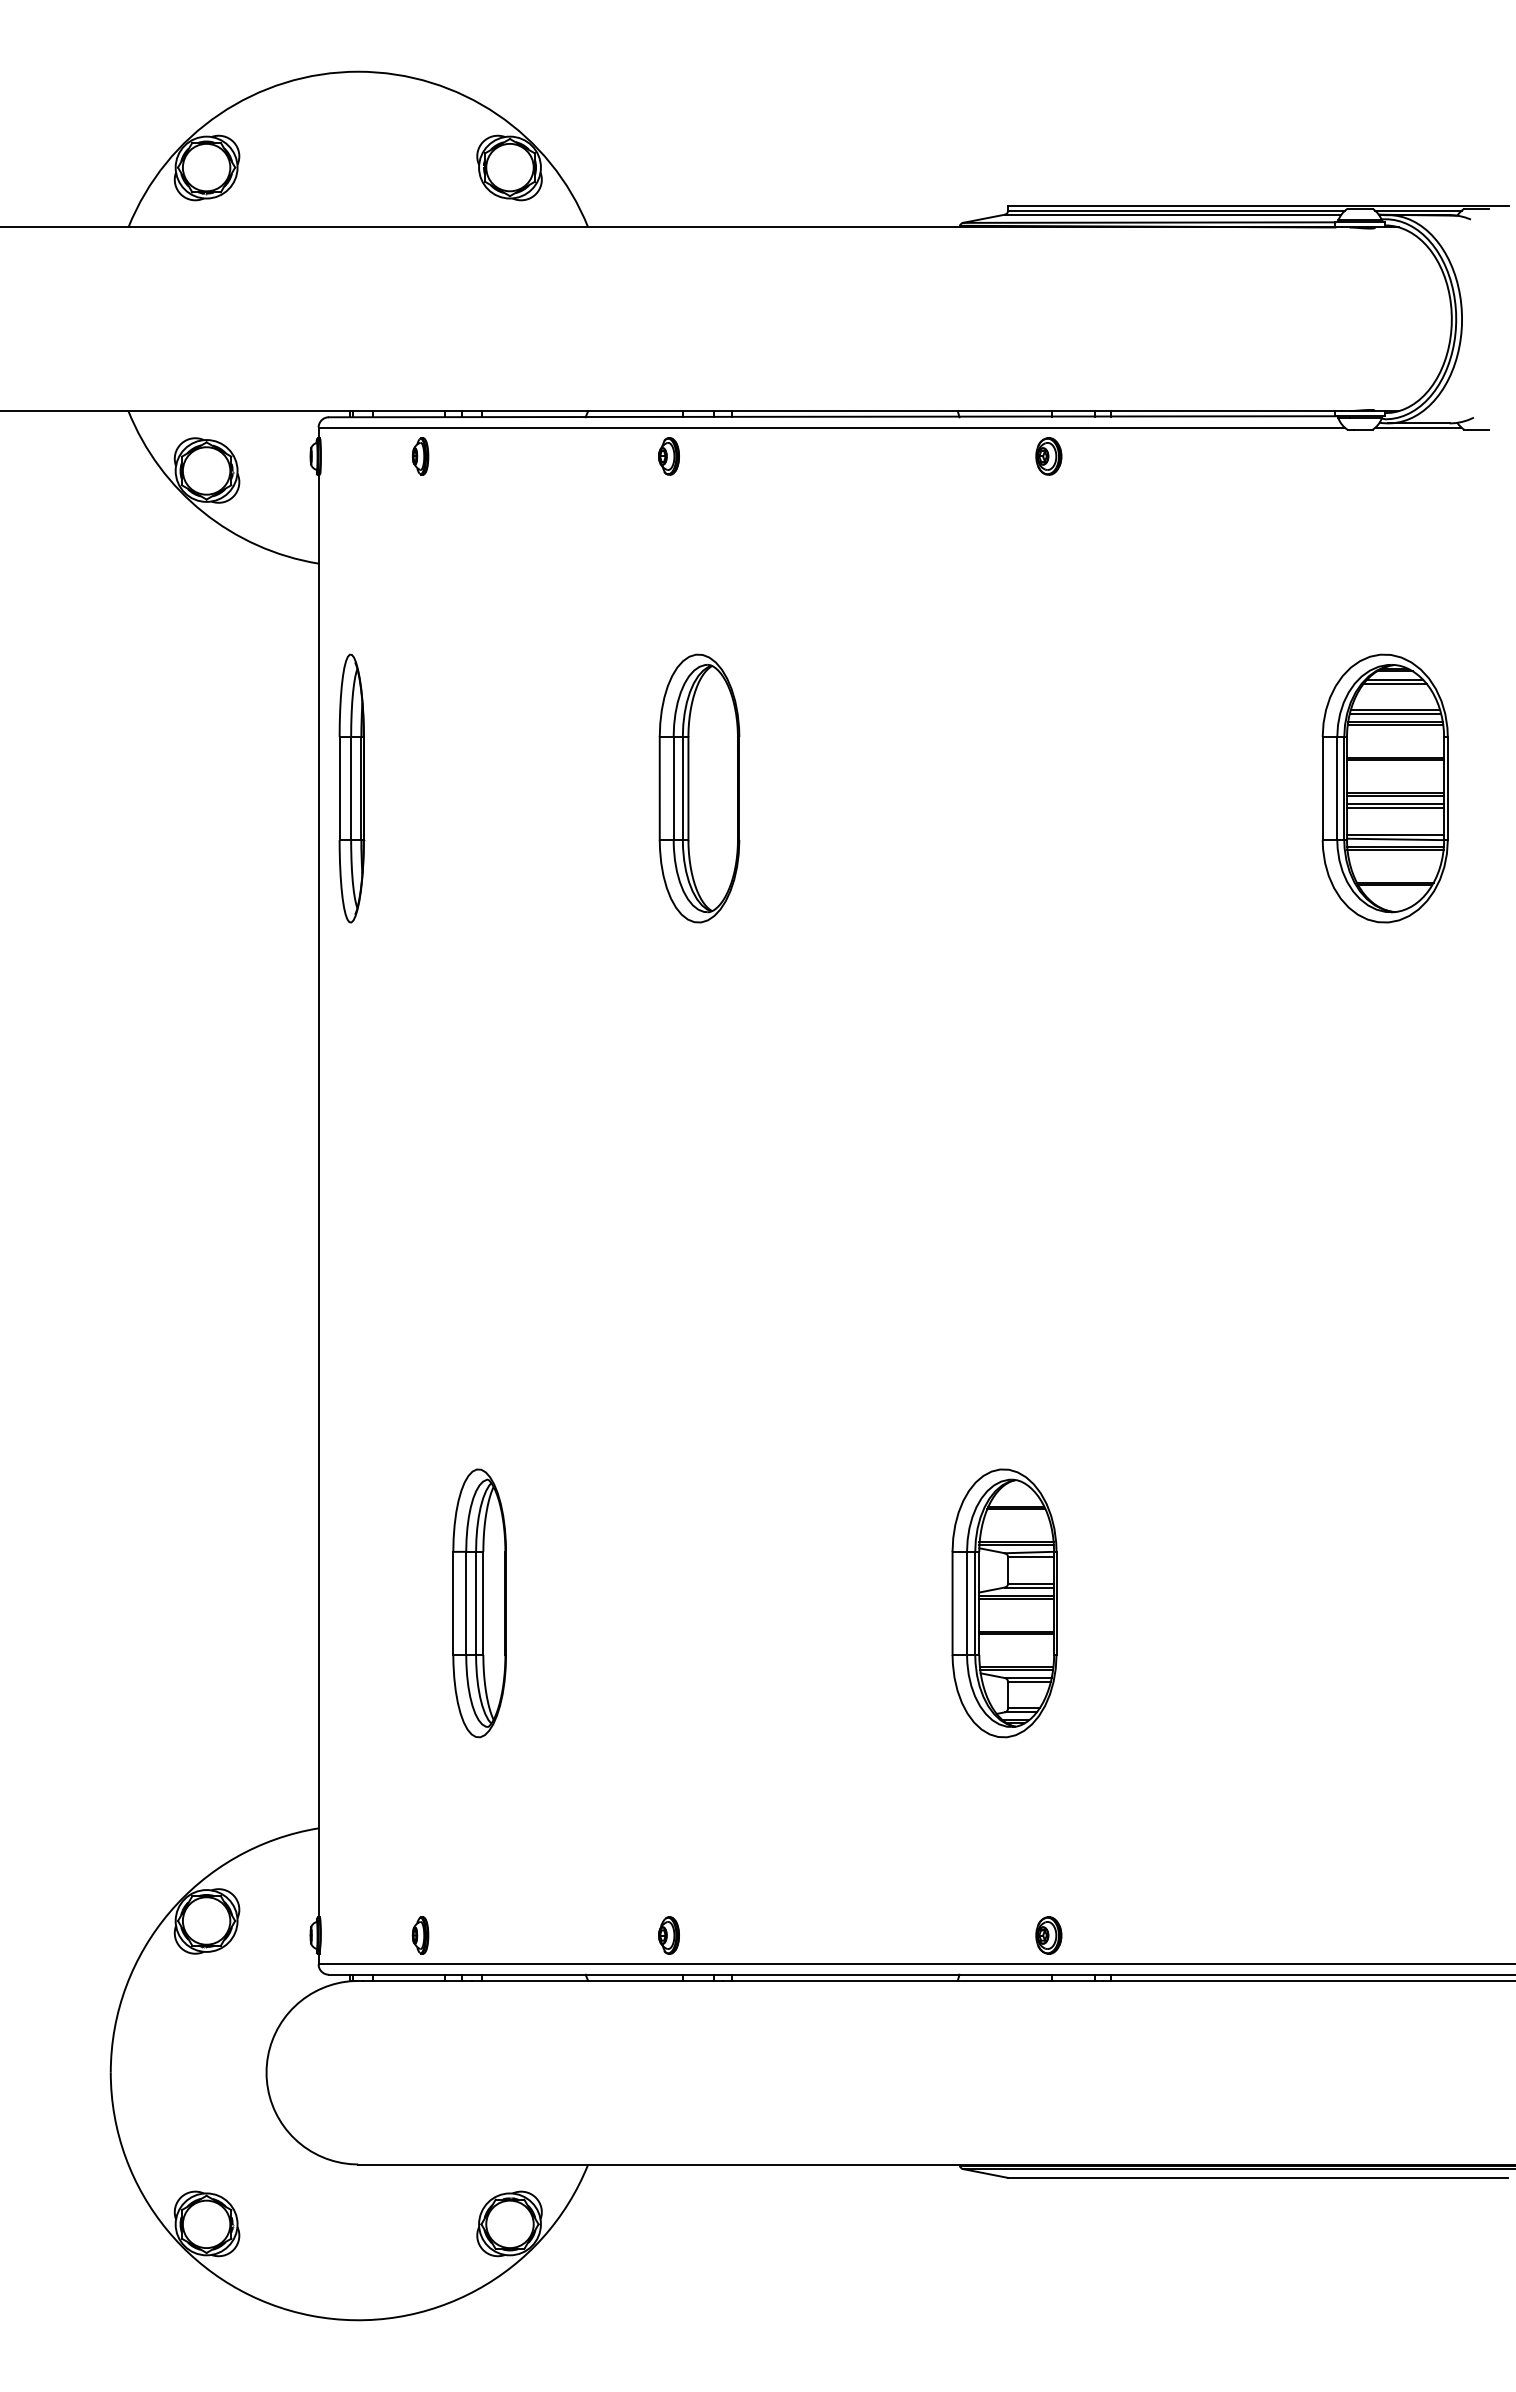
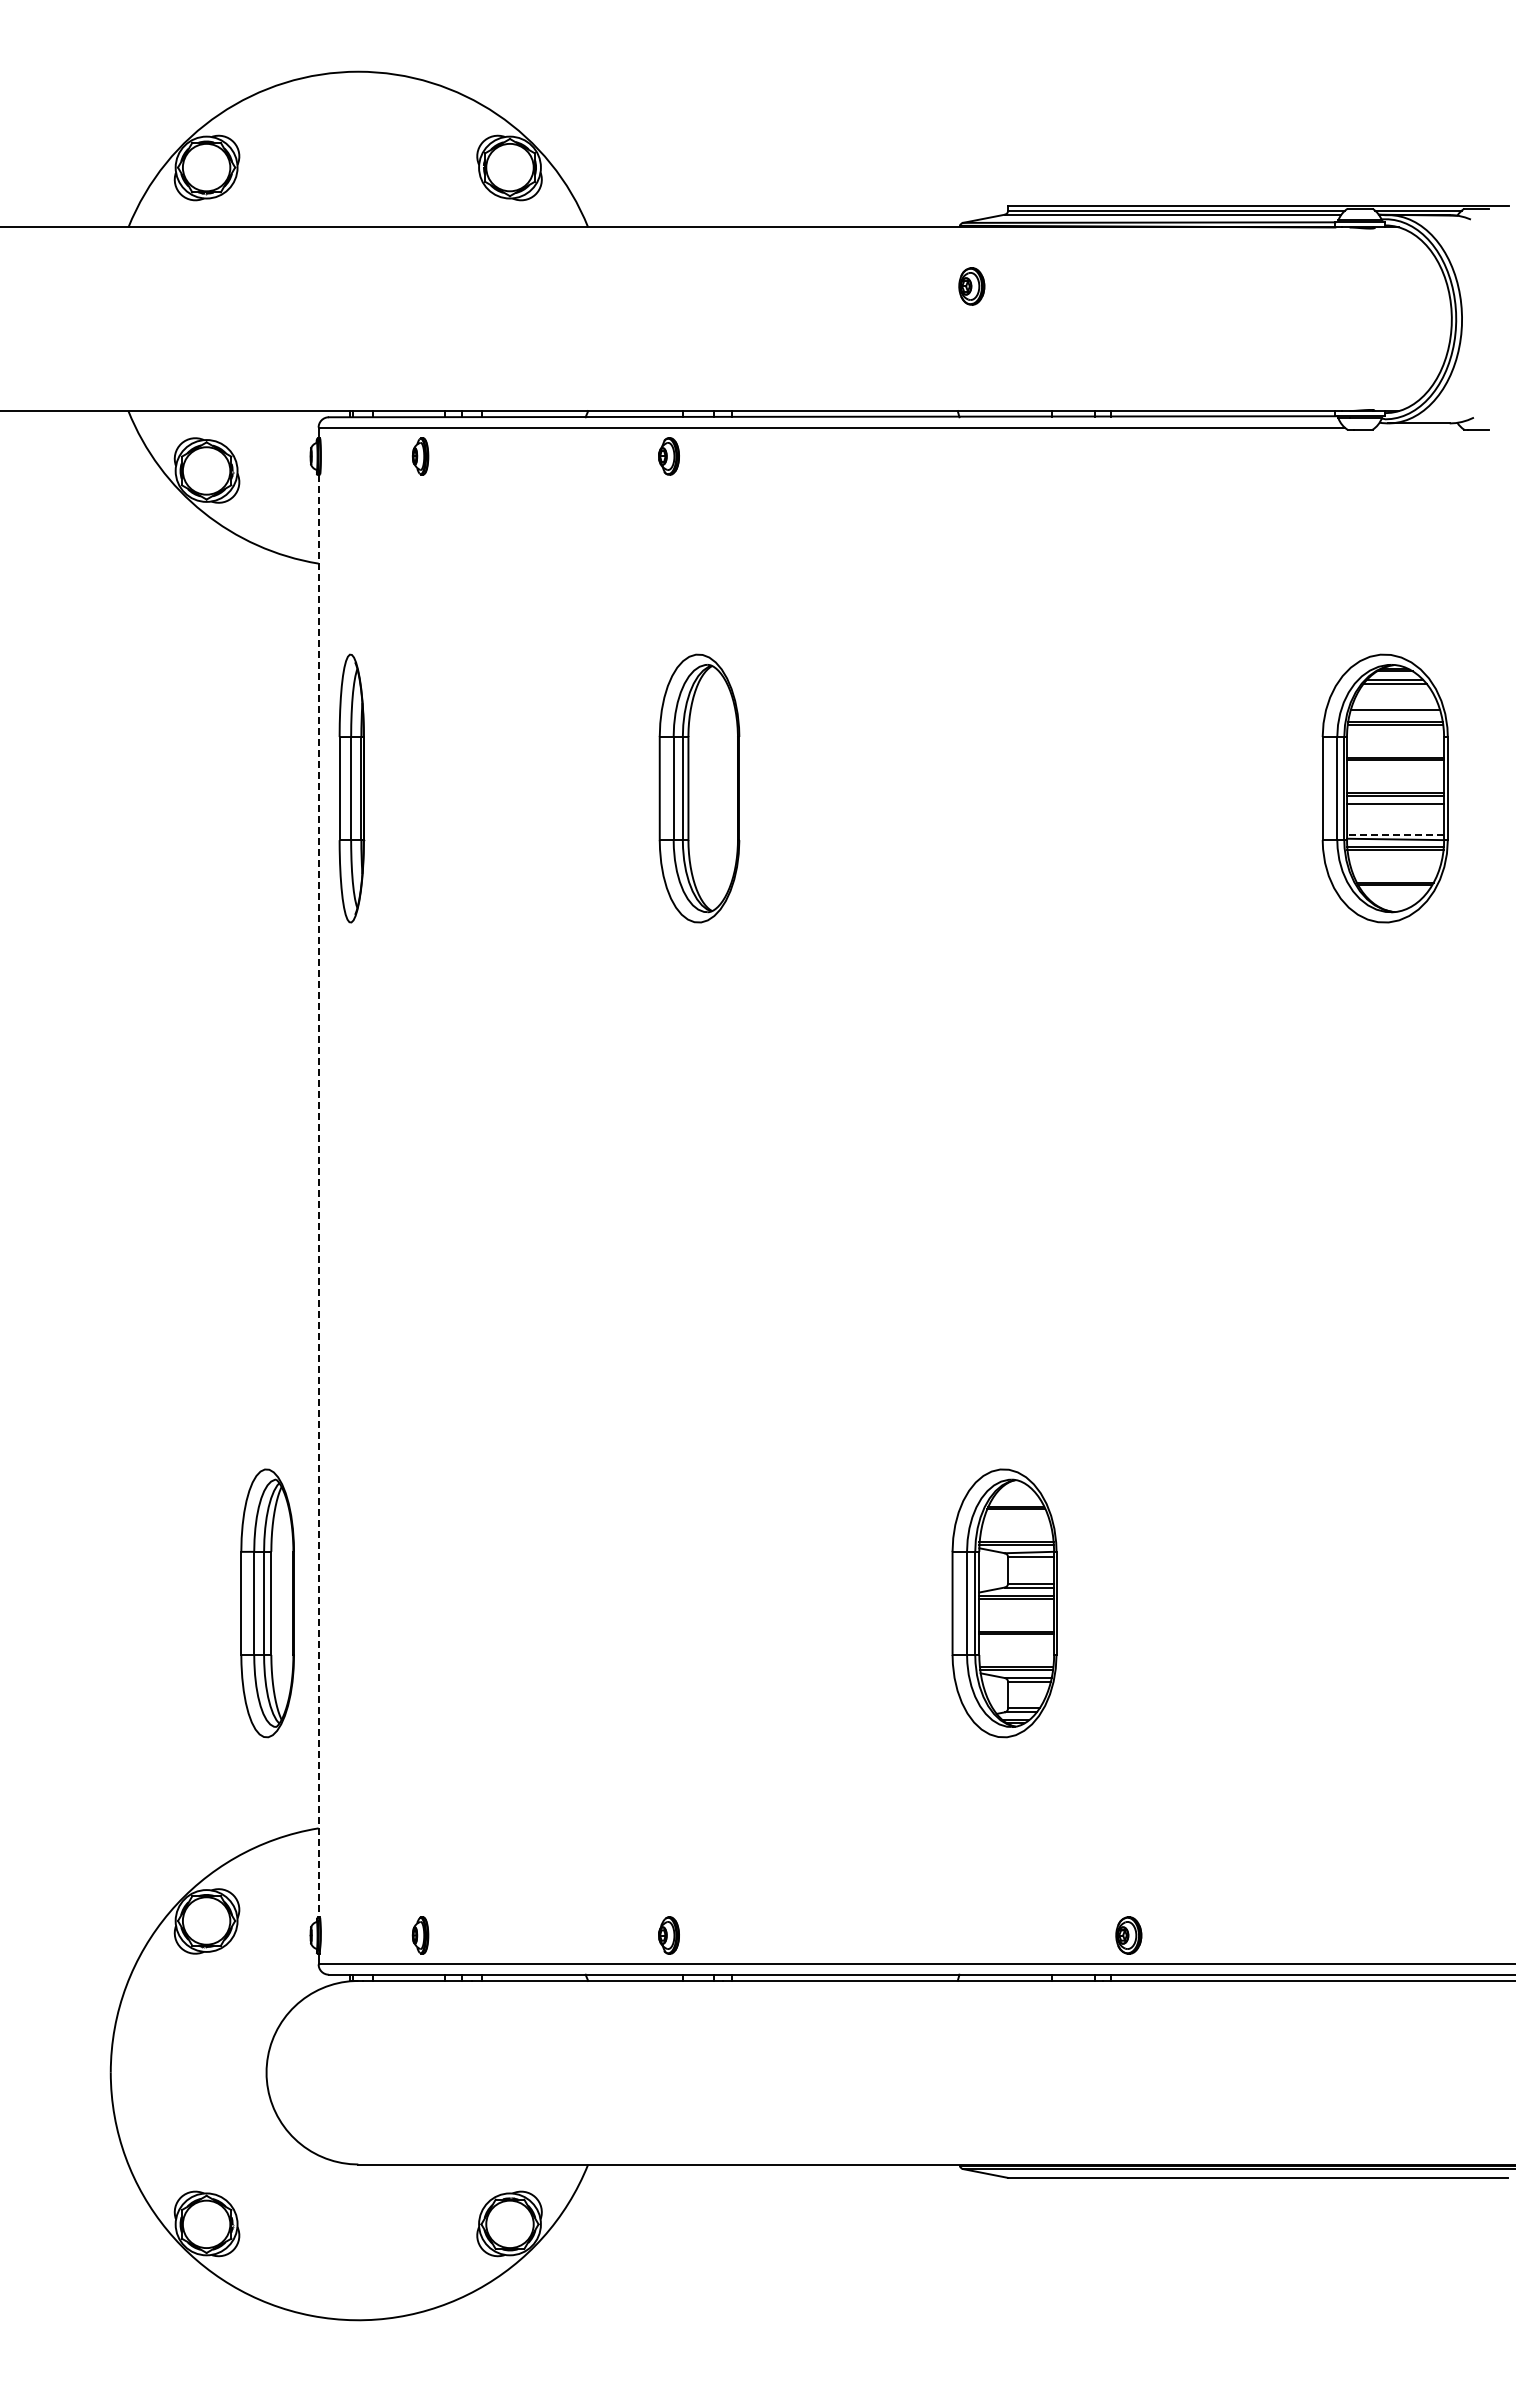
line at (1418, 427): present -> none
part at (1048, 456) position: (1048, 456) -> (971, 286)
line at (1395, 713): present -> none
line at (1395, 808): present -> none
line at (1395, 834): solid -> dashed
line at (318, 1196): solid -> dashed
part at (479, 1603) position: (479, 1603) -> (267, 1603)
part at (1048, 1935) position: (1048, 1935) -> (1128, 1935)
